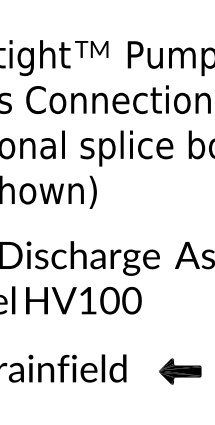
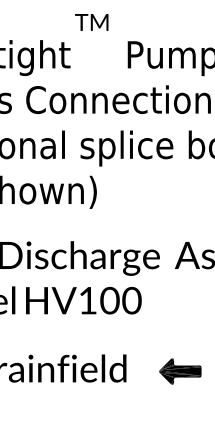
text at (91, 49) position: (91, 49) -> (91, 22)
